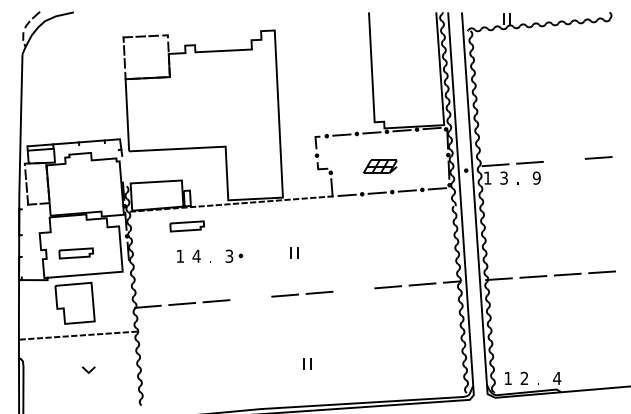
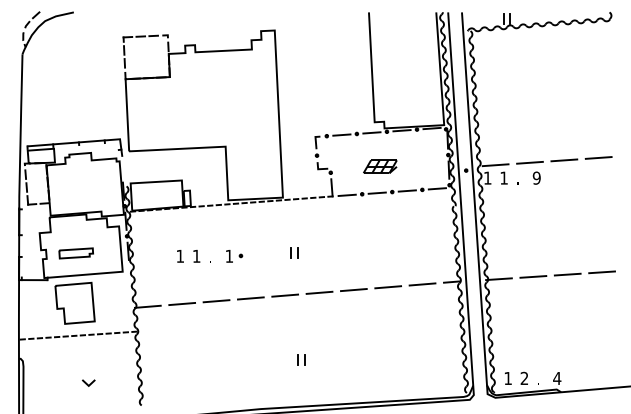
line at (564, 160): none -> present
text at (503, 177): 3 -> 1
part at (186, 226): present -> none
text at (196, 255): 4 -> 1
text at (229, 255): 3 -> 1
line at (353, 290): none -> present
line at (250, 298): none -> present
part at (307, 363) position: (307, 363) -> (301, 359)
line at (87, 370) position: (87, 370) -> (87, 383)
